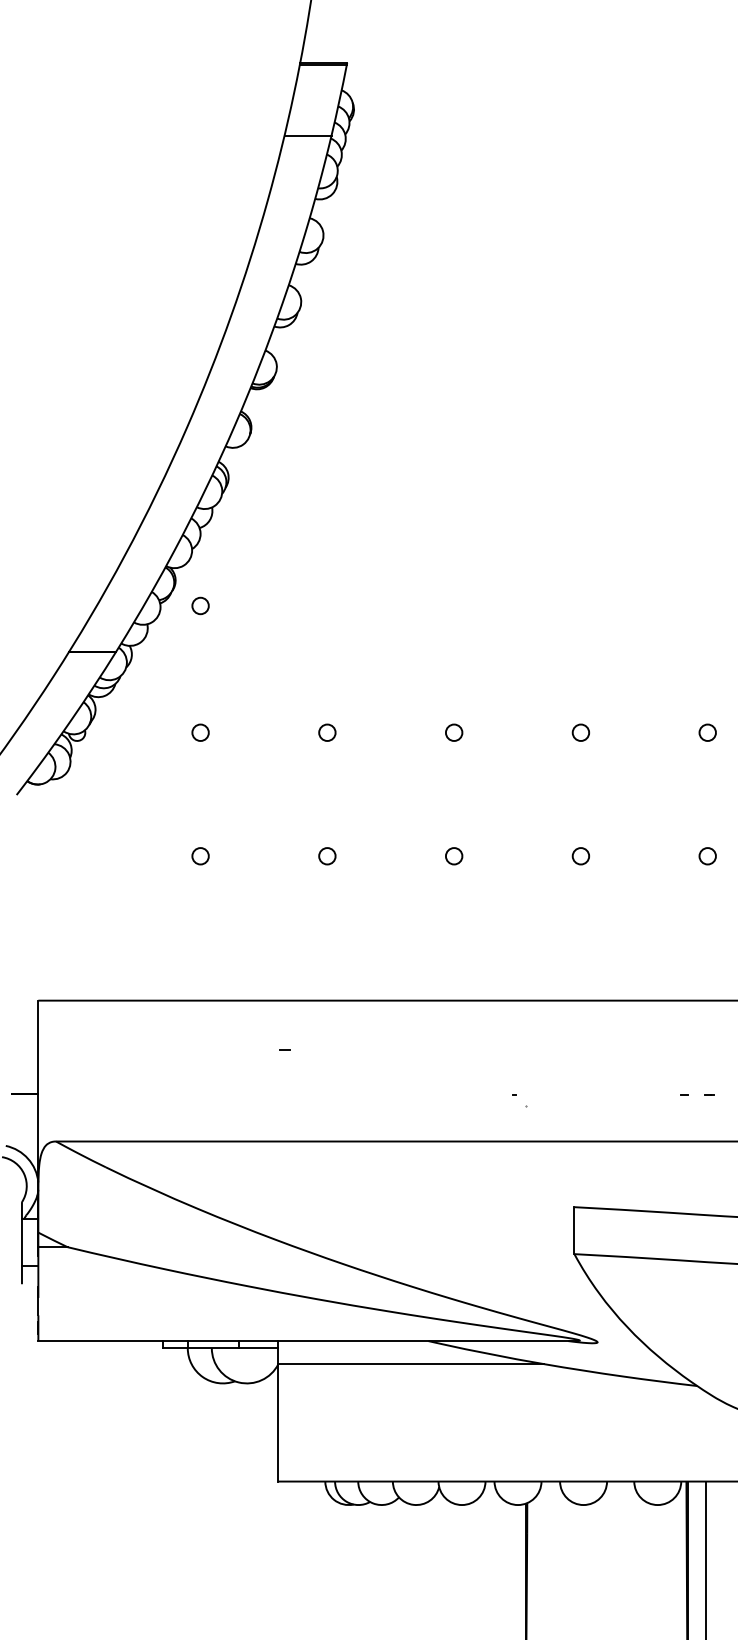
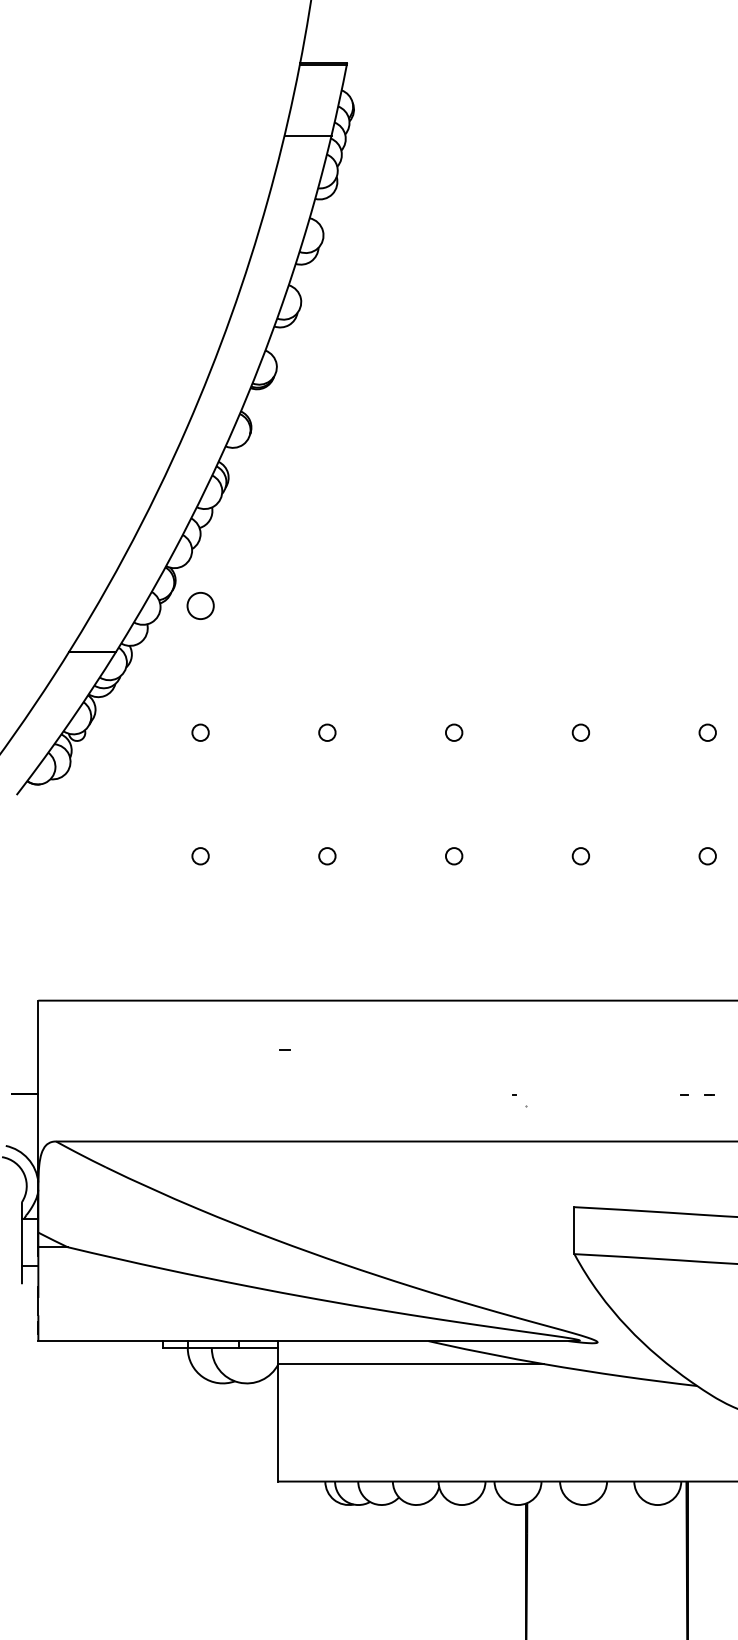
circle at (200, 605) size: 19x20 px -> 29x28 px
line at (705, 1558): present -> none
